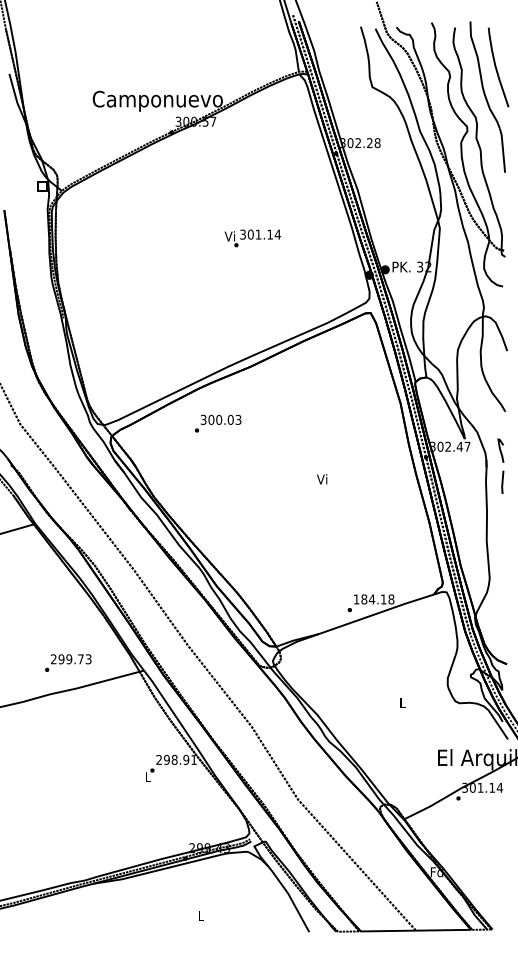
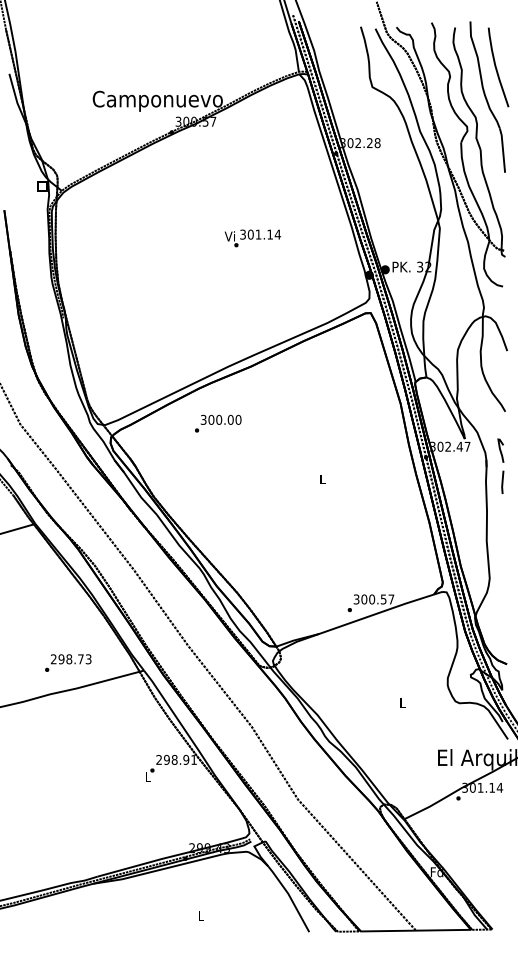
text at (238, 419): 300.03 -> 300.00
text at (322, 479): Vi -> L
text at (373, 599): 184.18 -> 300.57
text at (69, 659): 299.73 -> 298.73
